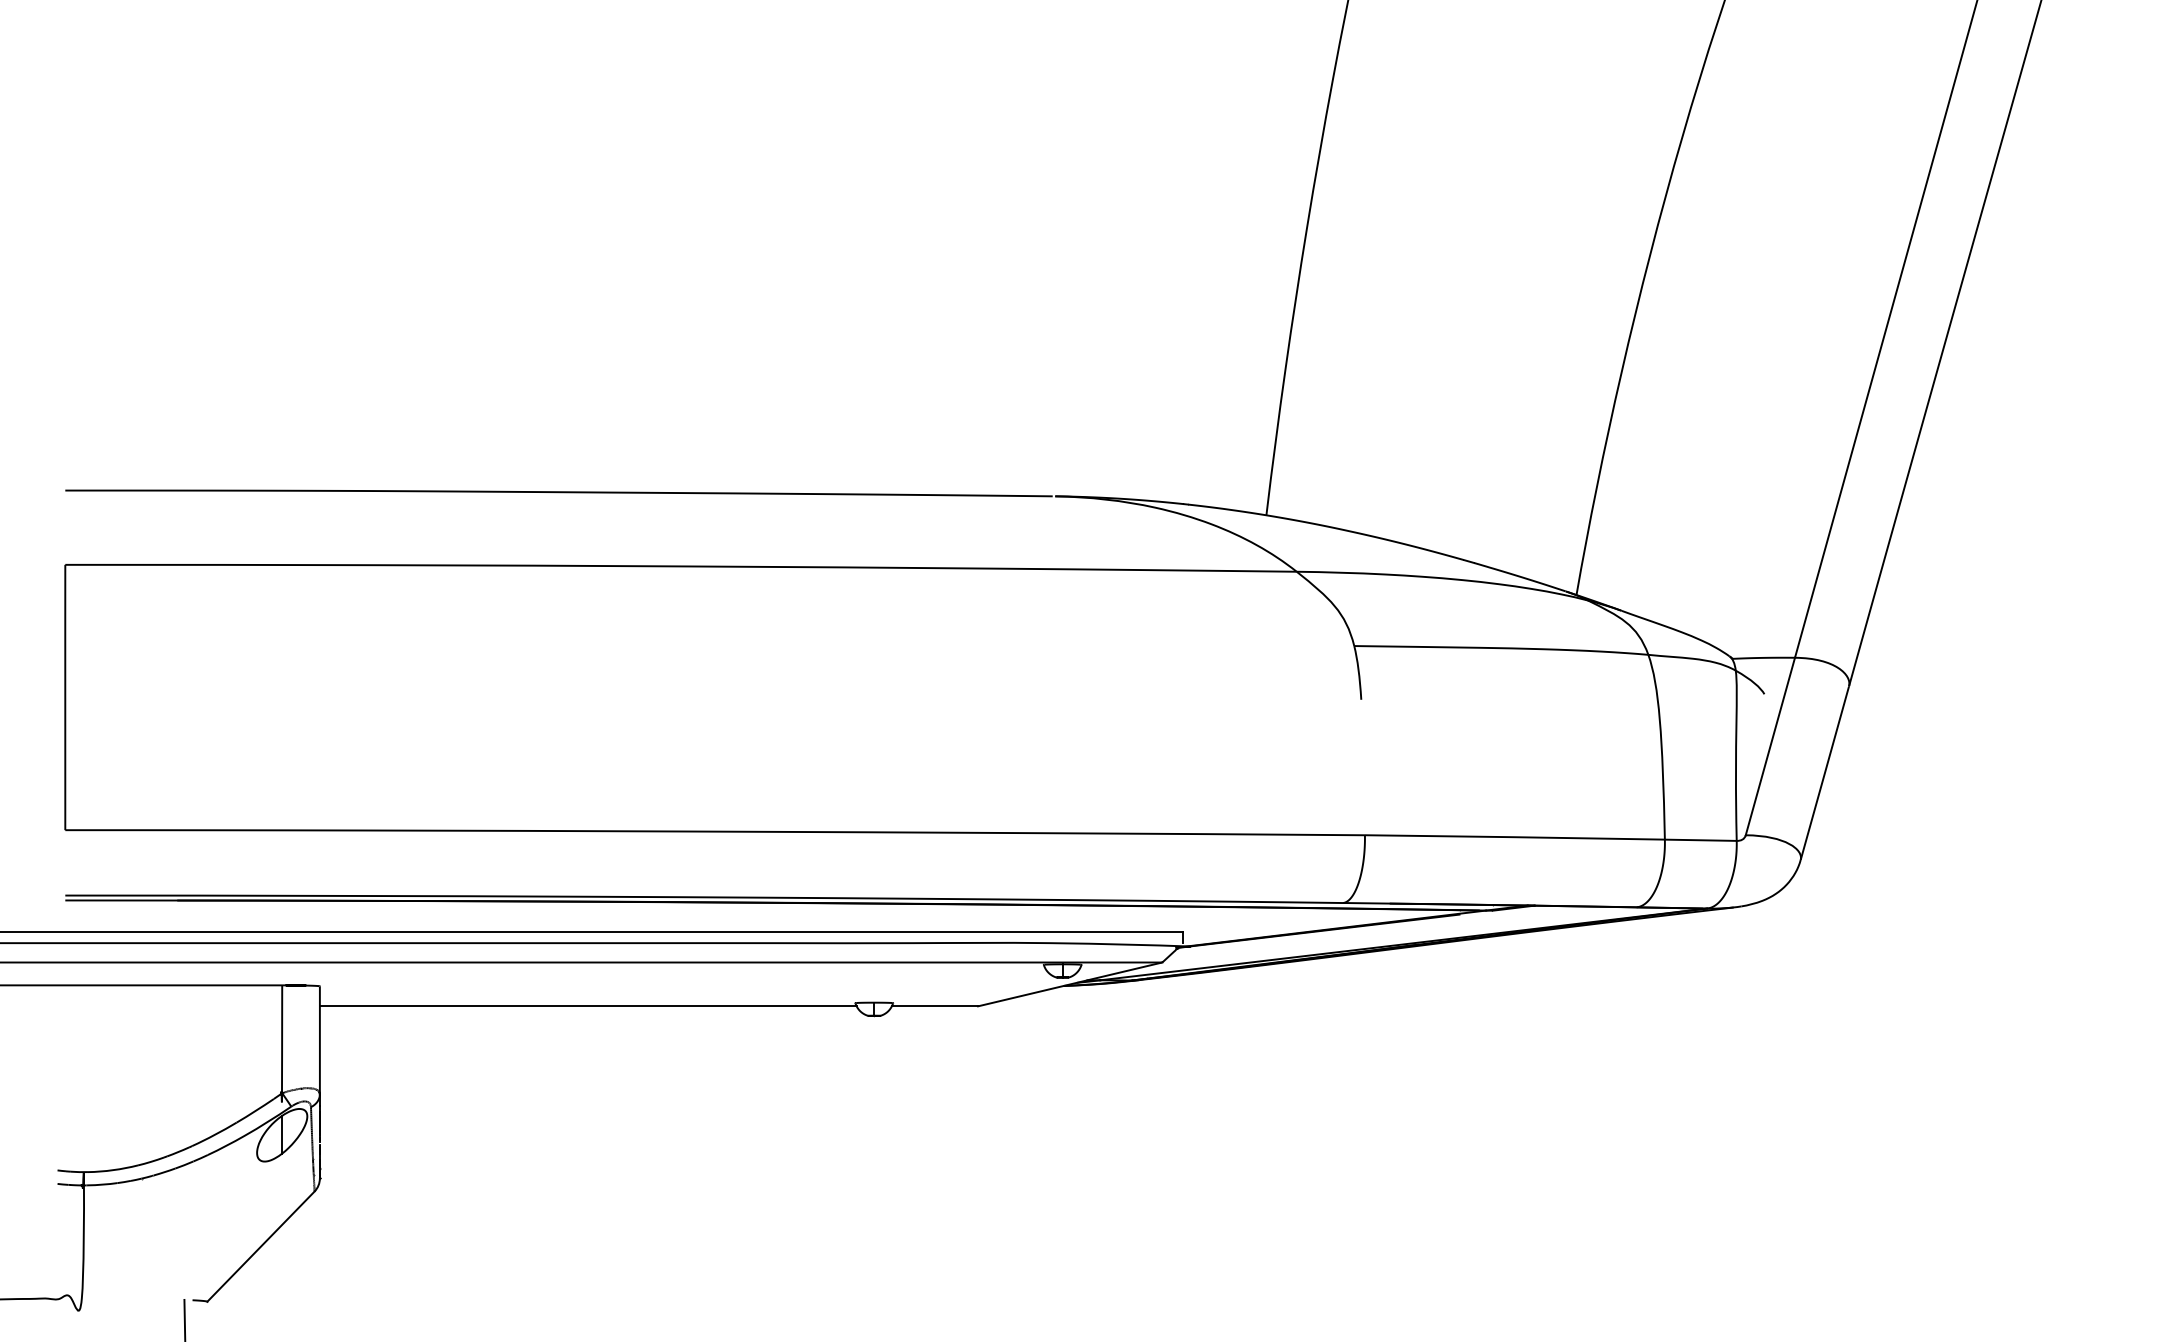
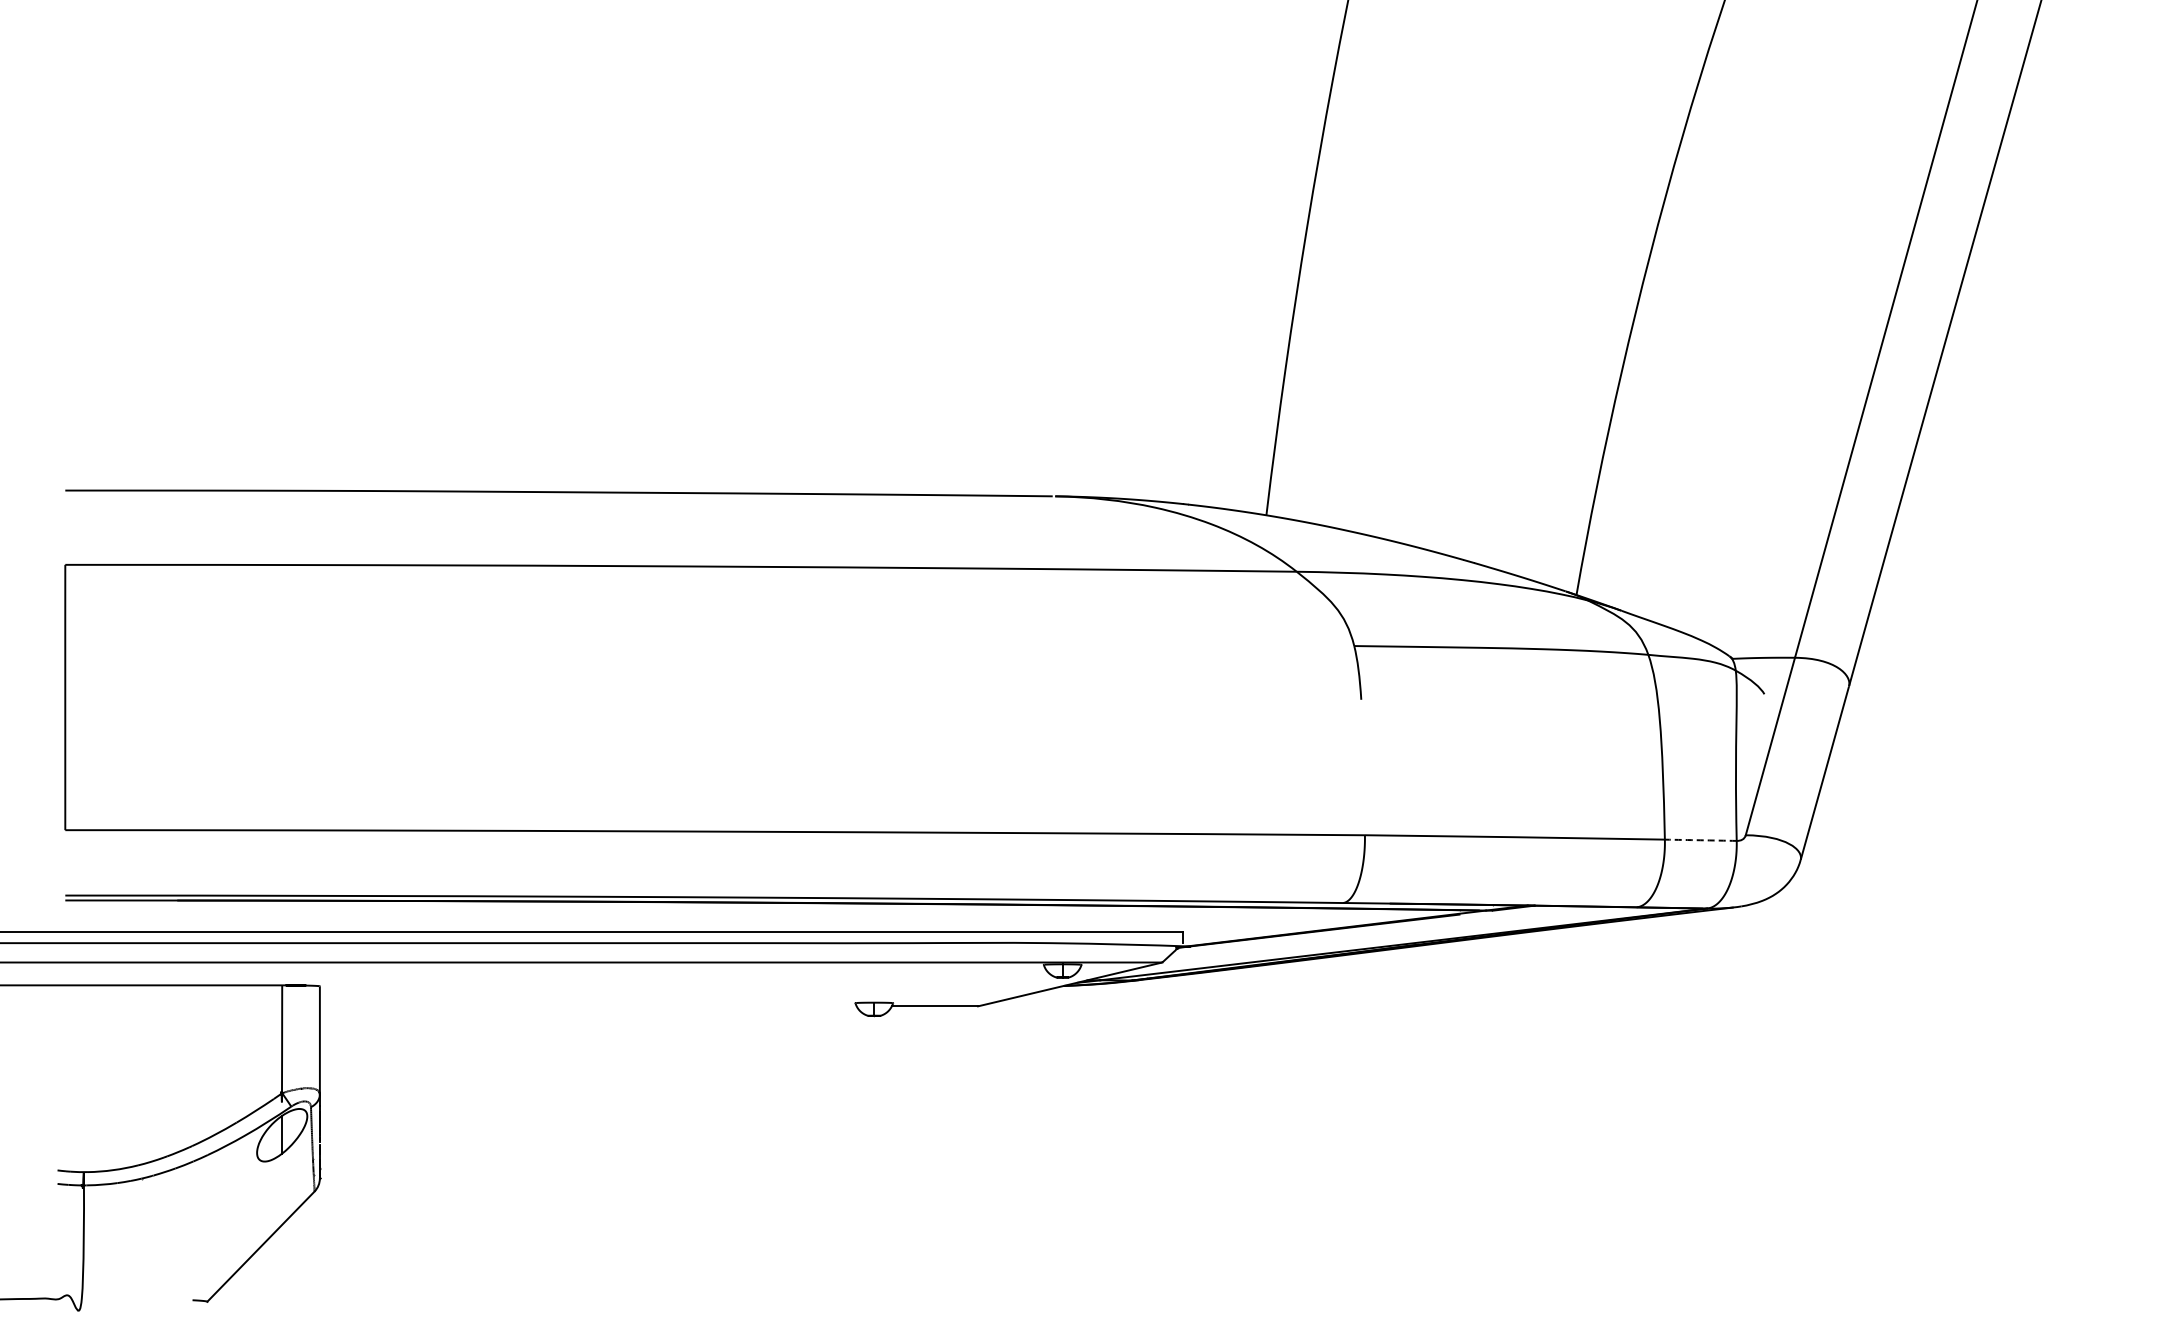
arc at (1700, 840): solid -> dashed
line at (587, 1006): present -> none
line at (184, 1318): present -> none
